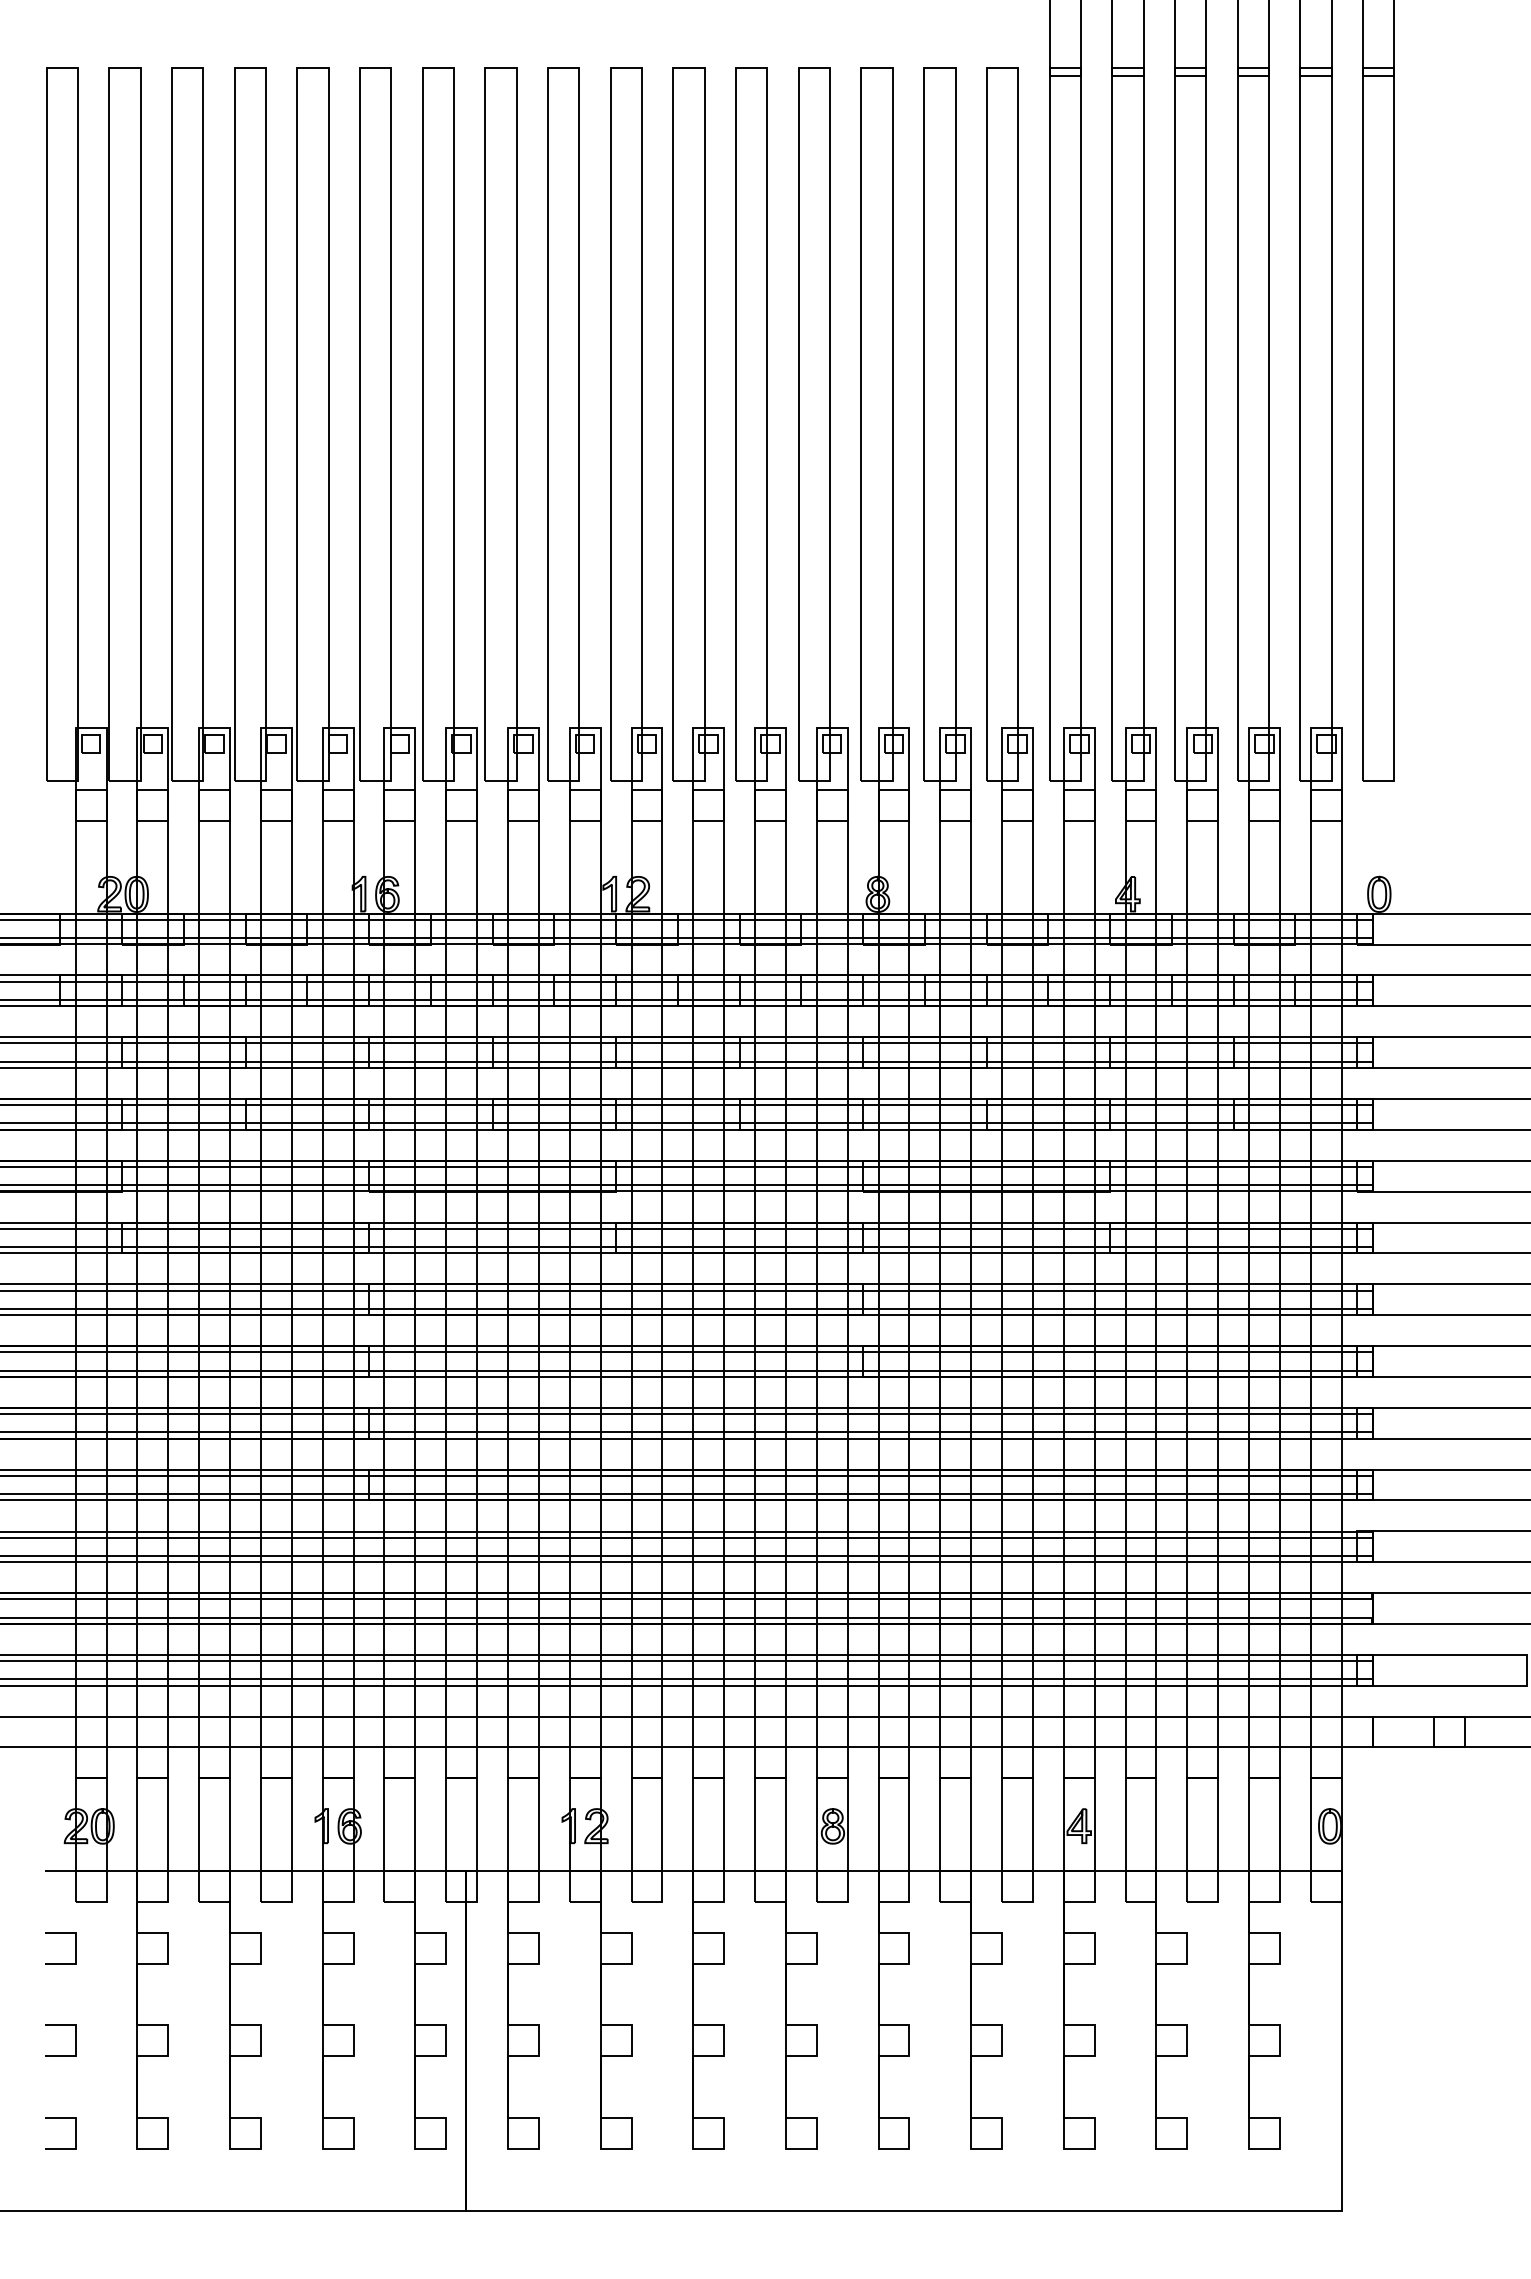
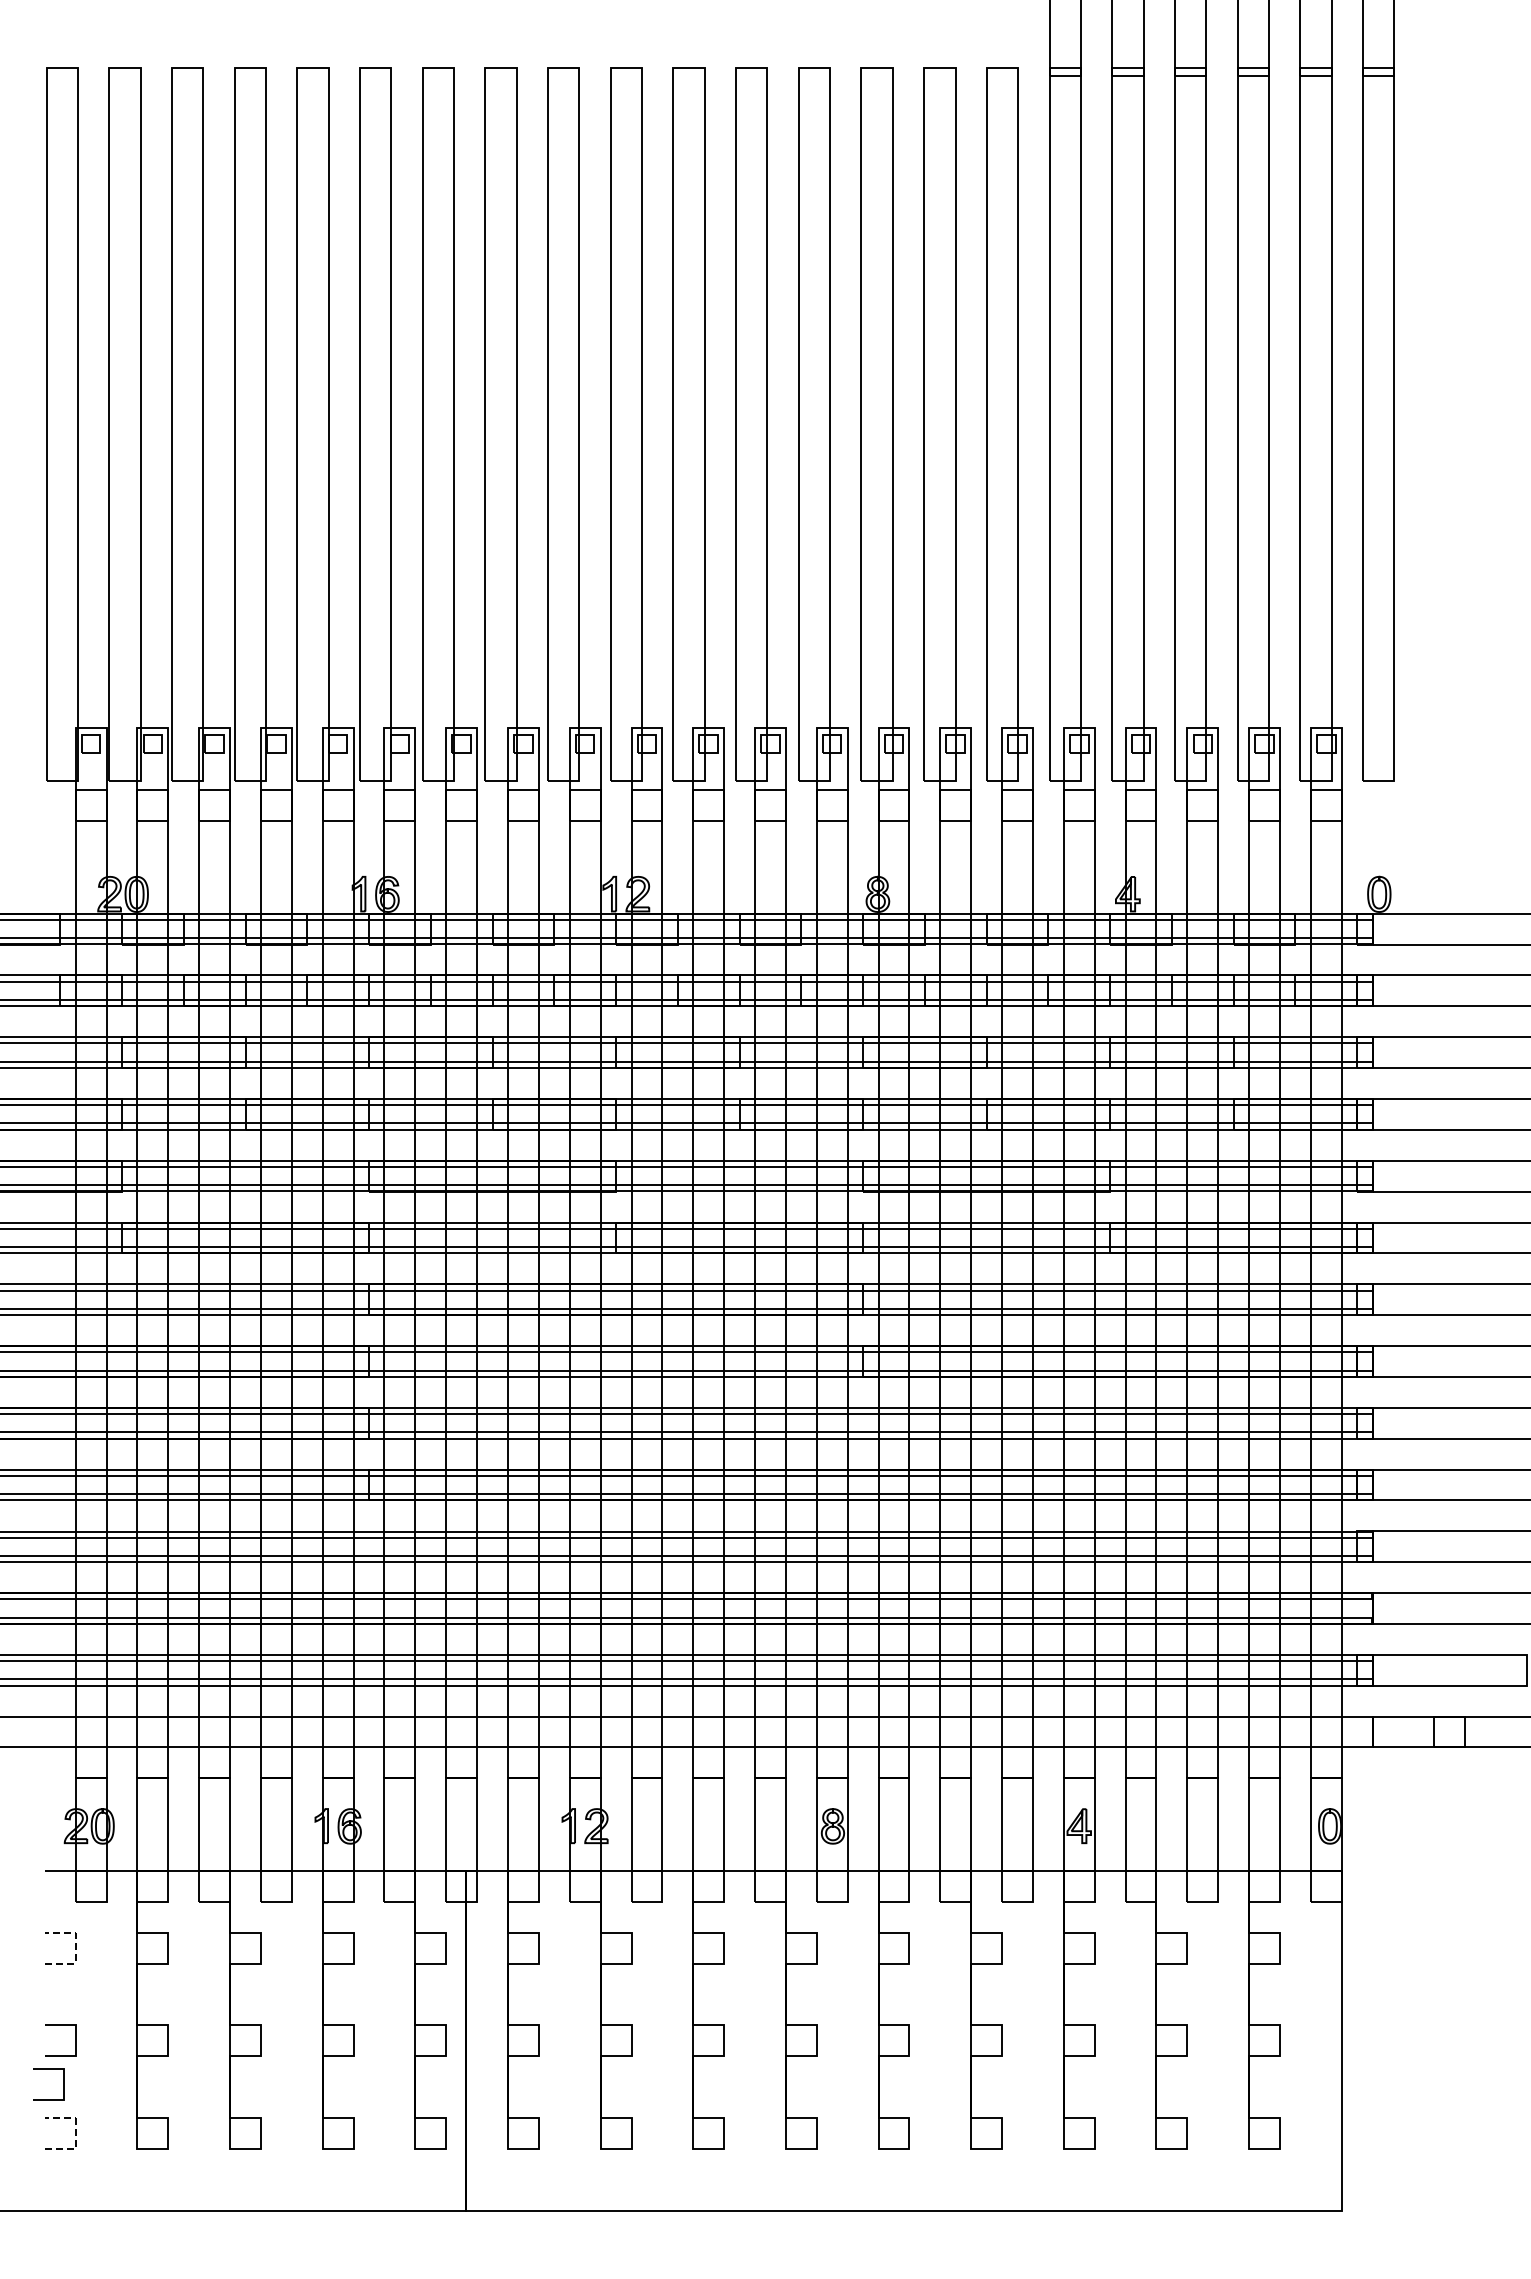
line at (75, 1947): solid -> dashed
line at (48, 2069): none -> present
line at (75, 2132): solid -> dashed
